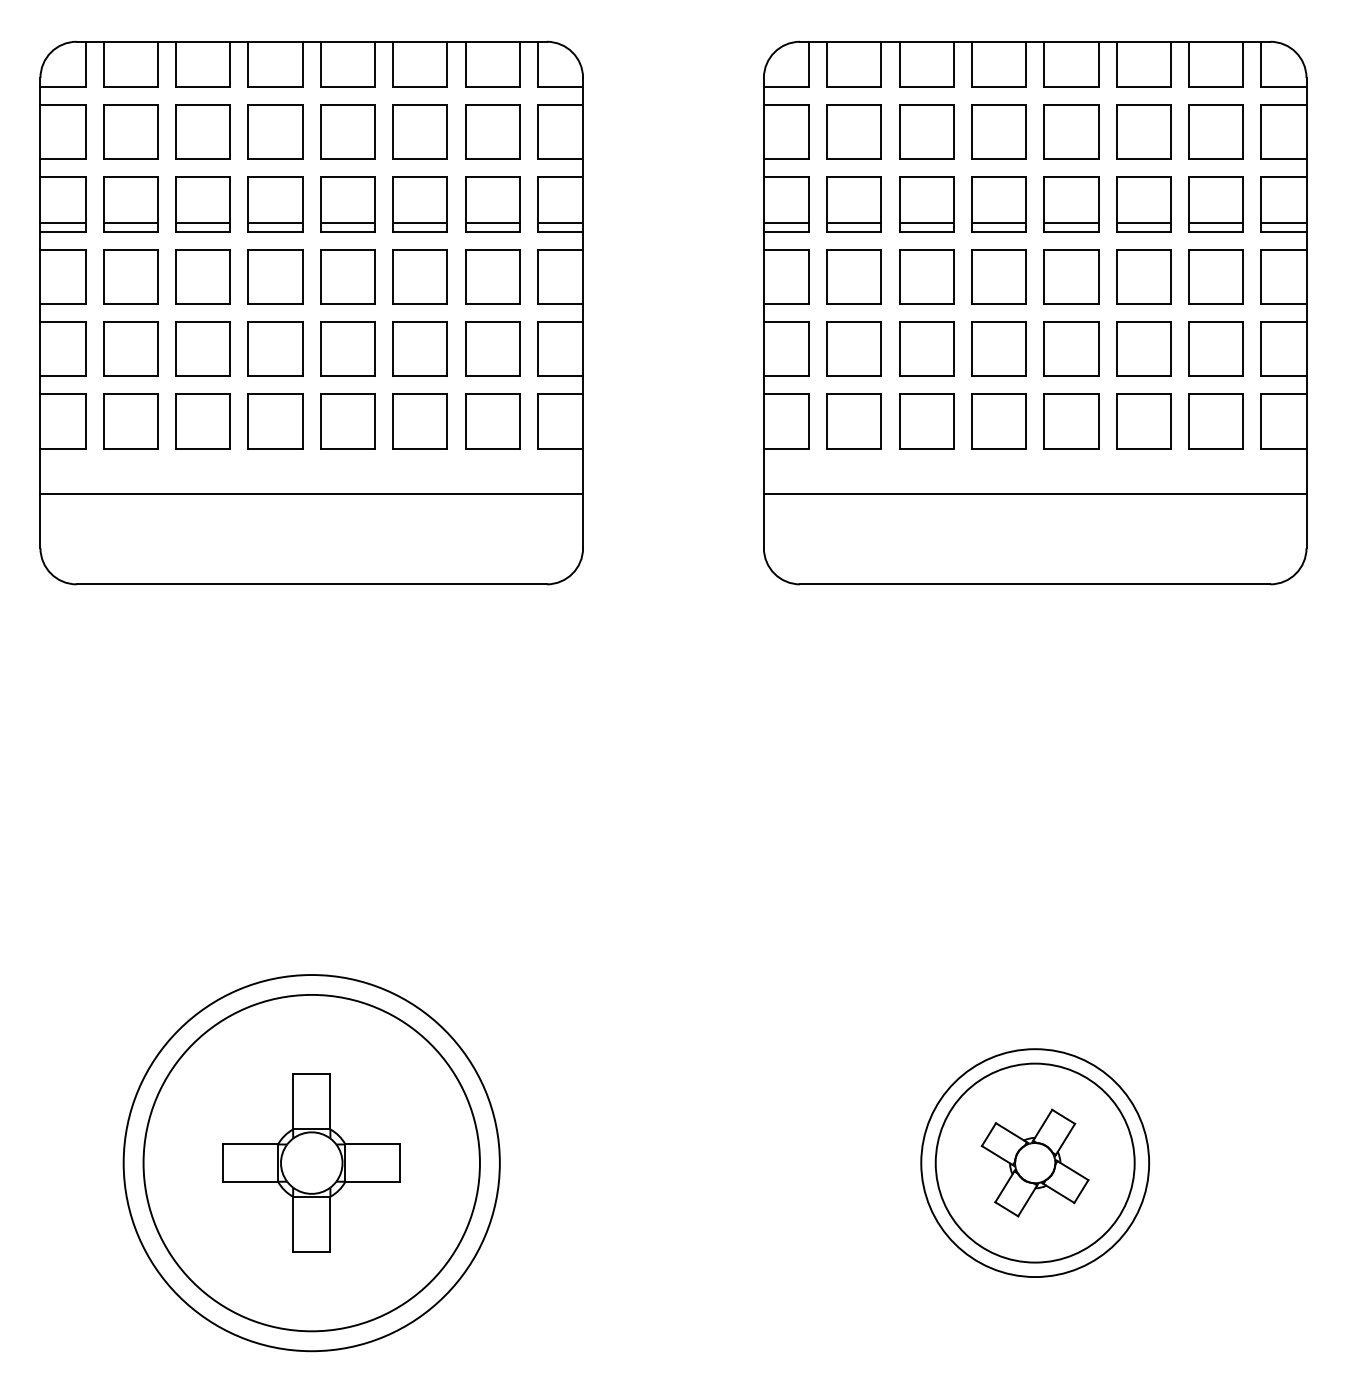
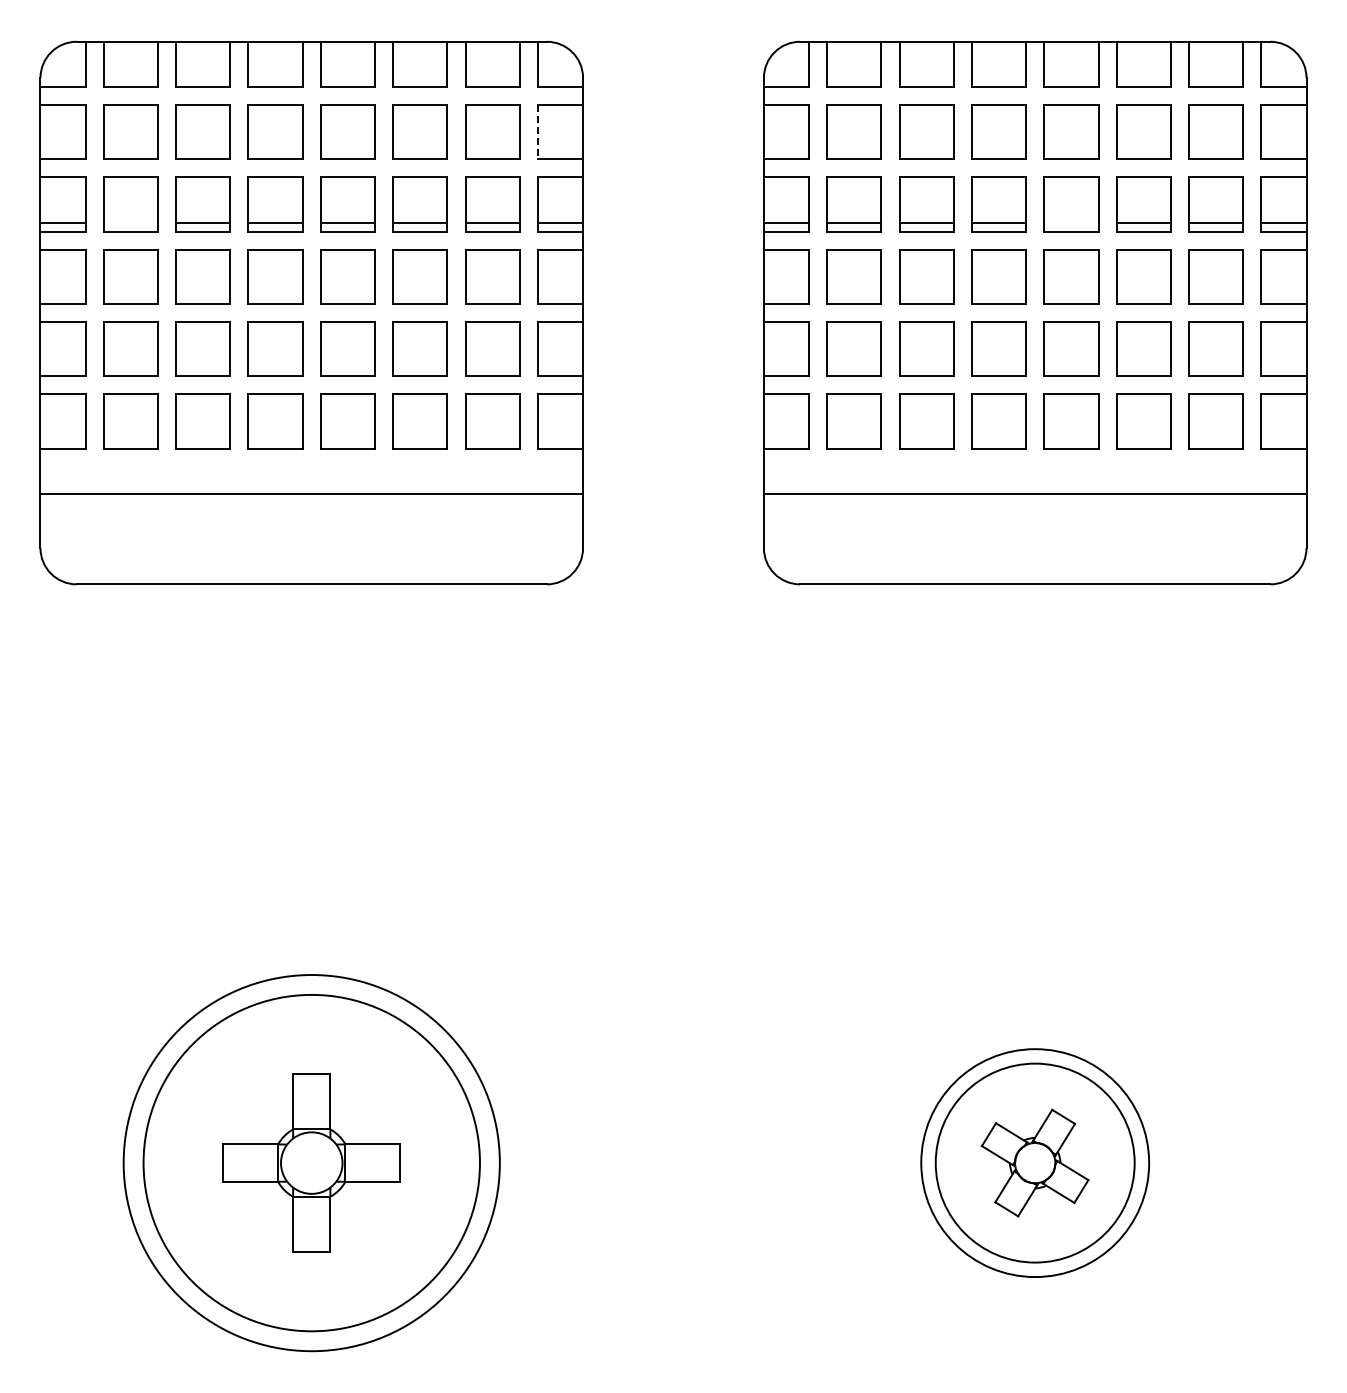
line at (537, 132): solid -> dashed
line at (130, 222): present -> none
line at (1071, 222): present -> none
